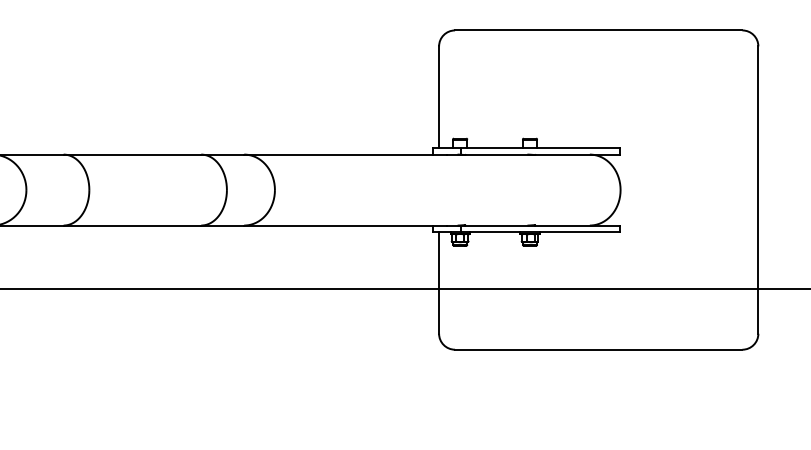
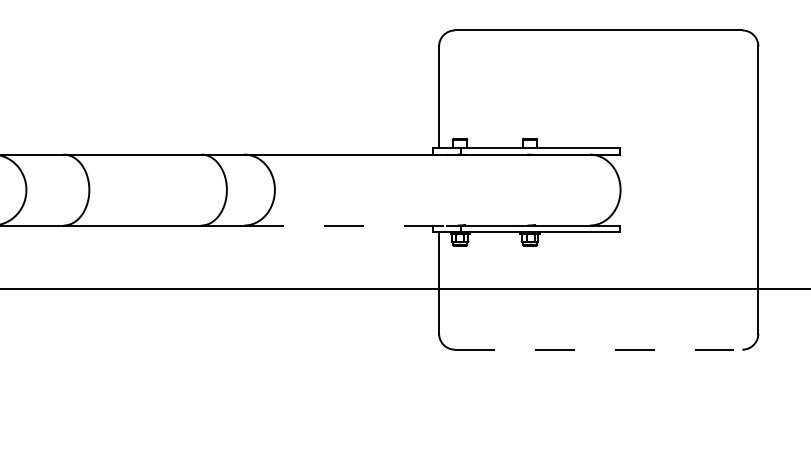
line at (346, 225): solid -> dashed
line at (598, 349): solid -> dashed
